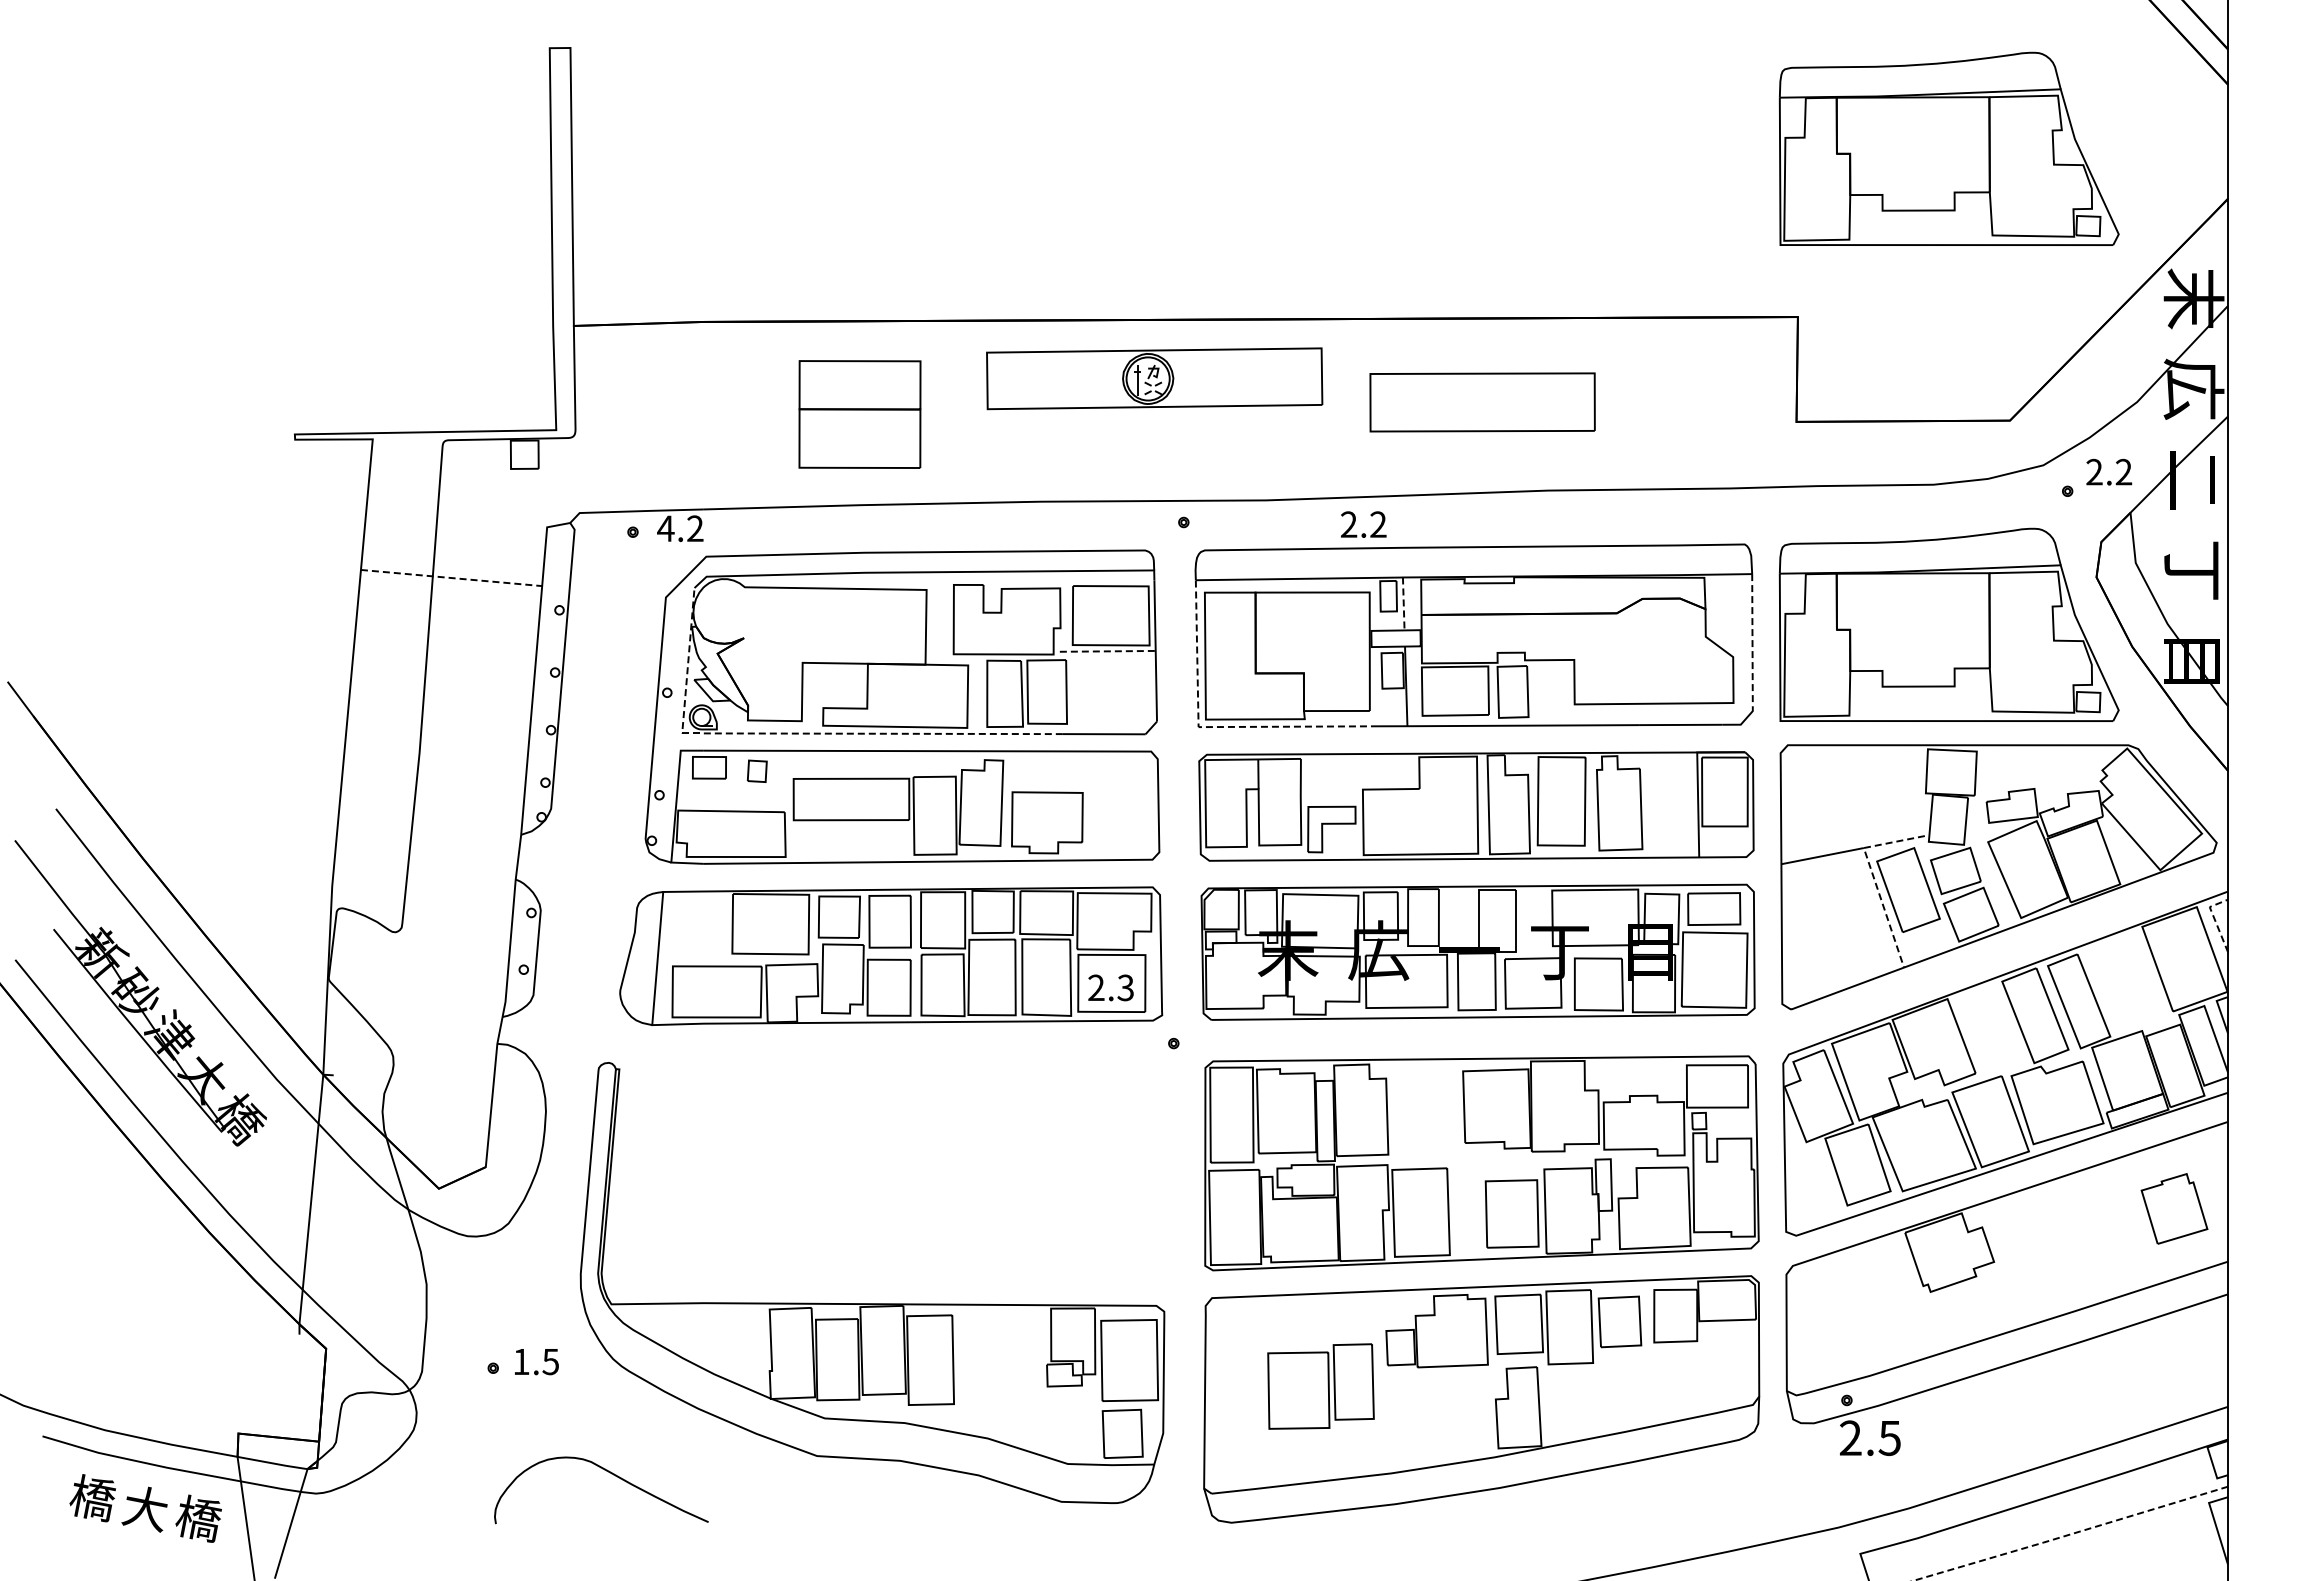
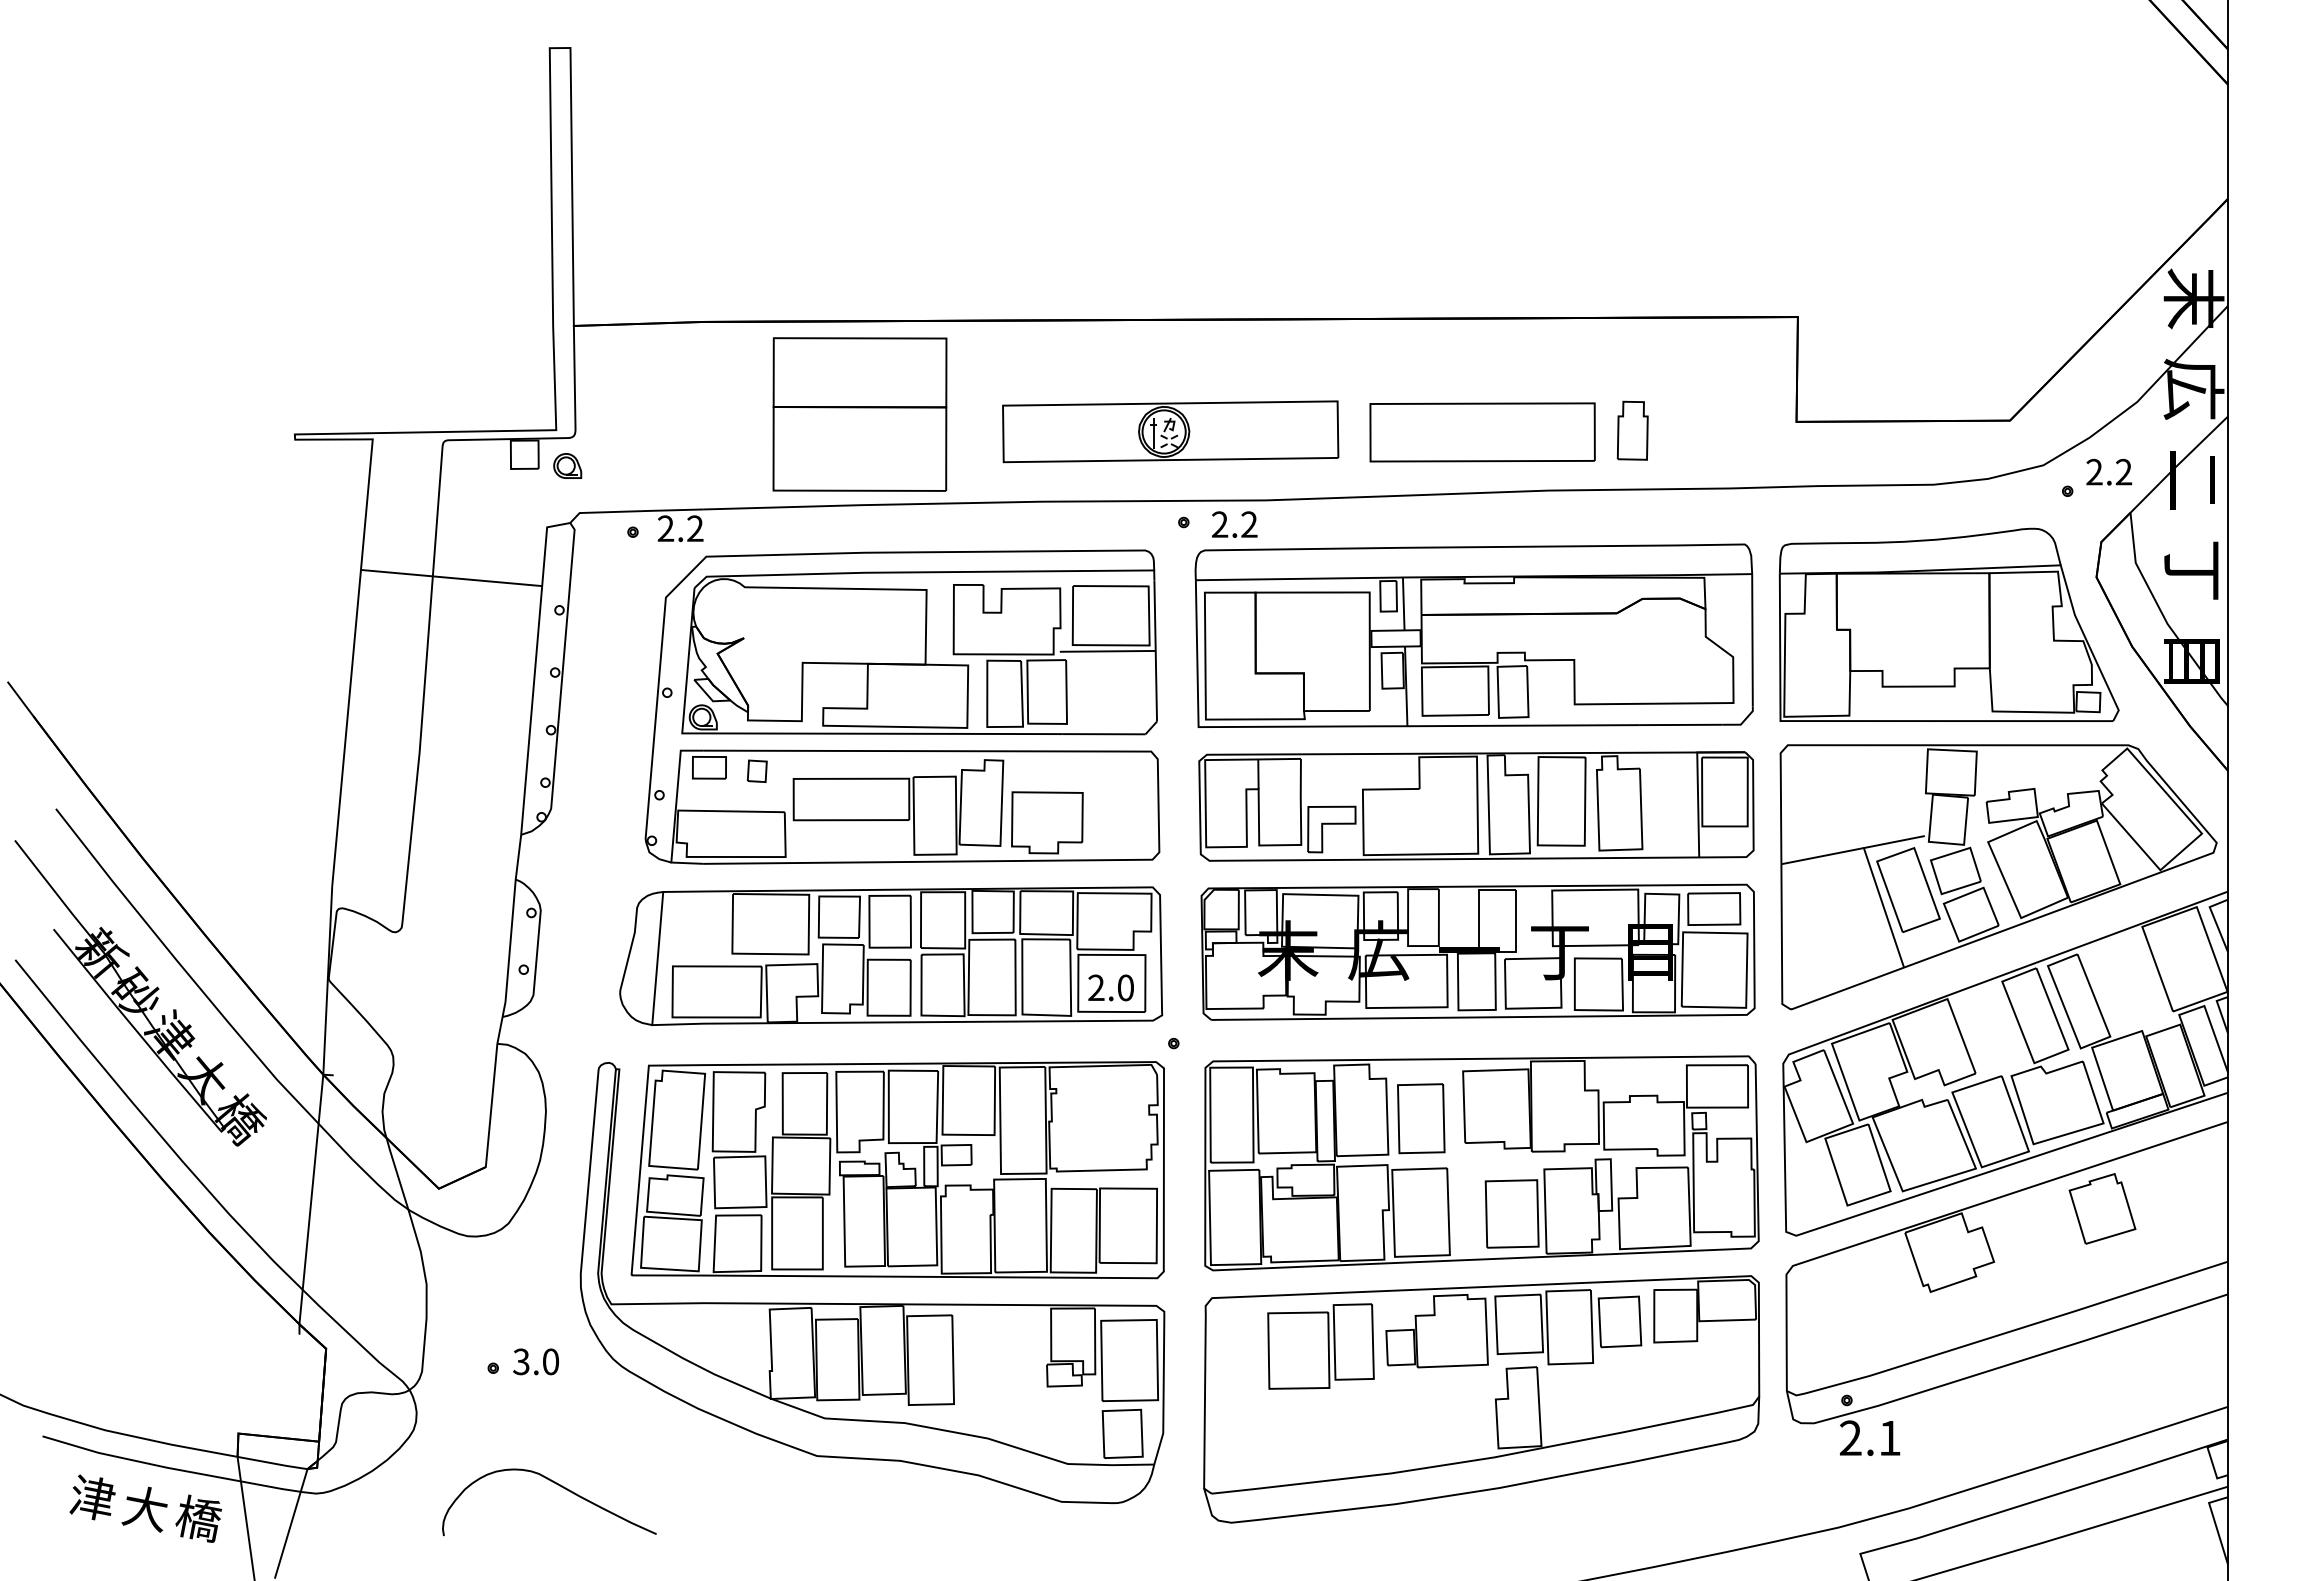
part at (1948, 148): present -> none
part at (1154, 378) position: (1154, 378) -> (1170, 431)
part at (1482, 402) position: (1482, 402) -> (1482, 432)
part at (859, 414) size: 124x109 px -> 176x155 px
part at (1632, 430): none -> present
part at (567, 465): none -> present
text at (1363, 524) position: (1363, 524) -> (1234, 524)
text at (665, 528): 4.2 -> 2.2
line at (450, 577): dashed -> solid
line at (1403, 604): dashed -> solid
line at (1752, 640): dashed -> solid
line at (1107, 651): dashed -> solid
line at (1214, 727): dashed -> solid
line at (797, 733): dashed -> solid
line at (1873, 878): dashed -> solid
line at (2214, 920): dashed -> solid
text at (1125, 987): 2.3 -> 2.0
part at (1421, 1118): none -> present
part at (897, 1170): none -> present
part at (2174, 1208) position: (2174, 1208) -> (2102, 1208)
text at (535, 1361): 1.5 -> 3.0
part at (1320, 1386) position: (1320, 1386) -> (1320, 1346)
text at (1889, 1438): 2.5 -> 2.1
curve at (611, 1474) position: (611, 1474) -> (559, 1486)
text at (92, 1498): 橋 -> 津
line at (2069, 1534): dashed -> solid
